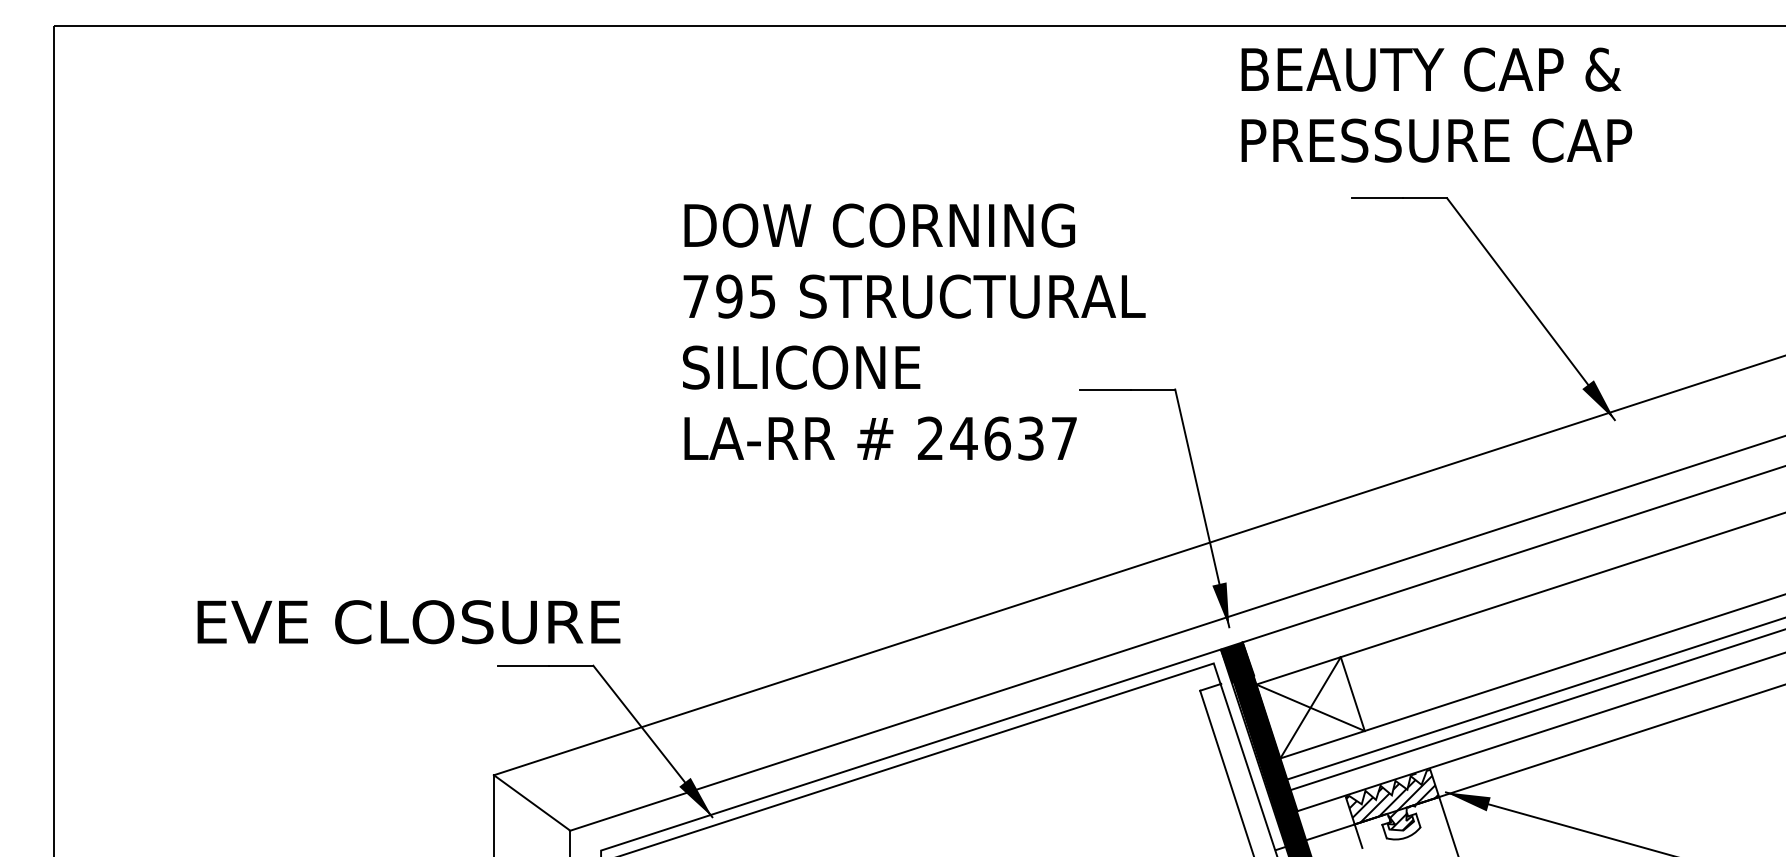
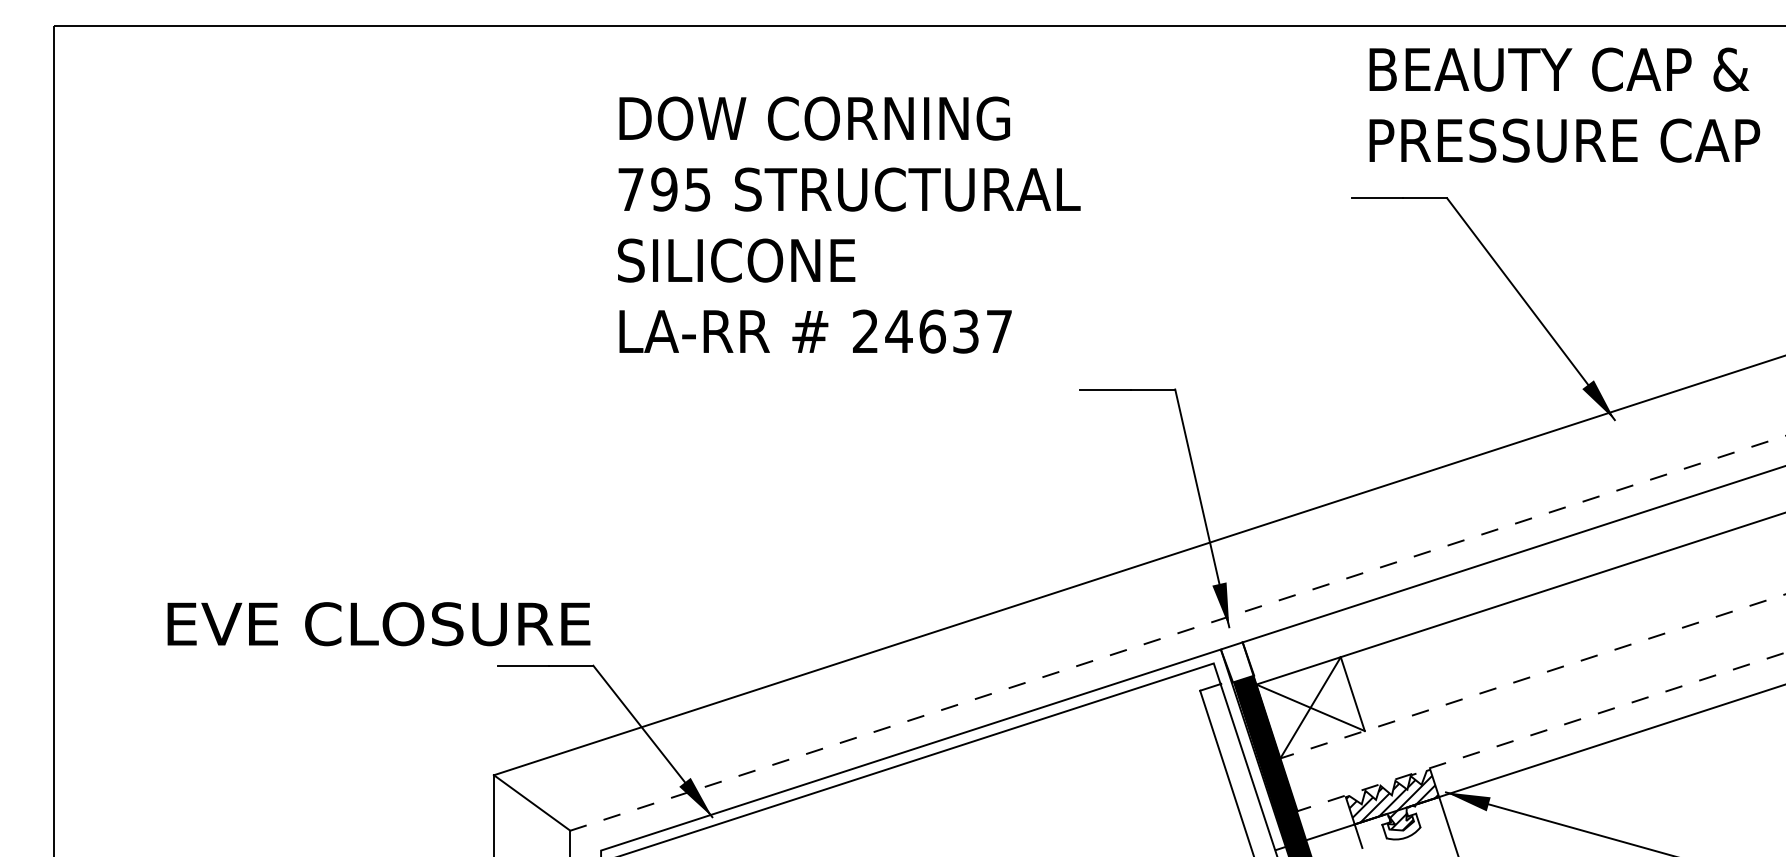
text at (1436, 104) position: (1436, 104) -> (1564, 104)
text at (914, 331) position: (914, 331) -> (849, 224)
text at (408, 622) position: (408, 622) -> (378, 624)
line at (1178, 633): solid -> dashed
fill at (1237, 662): present -> none
line at (1533, 676): solid -> dashed
line at (1534, 698): present -> none
line at (1536, 710): present -> none
line at (1541, 731): solid -> dashed
